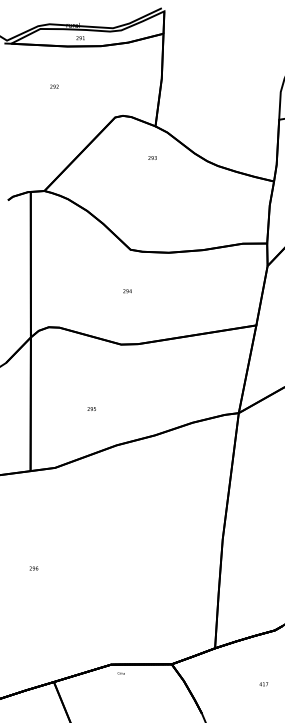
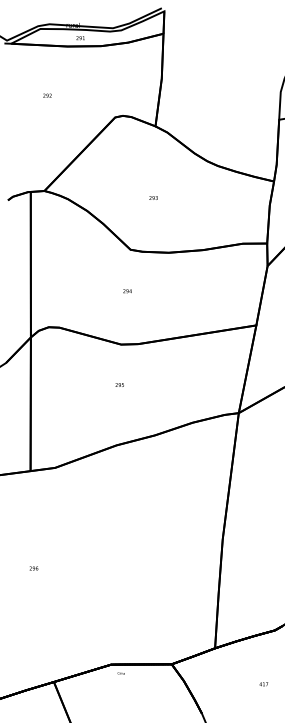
text at (54, 86) position: (54, 86) -> (47, 95)
text at (152, 157) position: (152, 157) -> (153, 197)
text at (91, 408) position: (91, 408) -> (119, 384)
